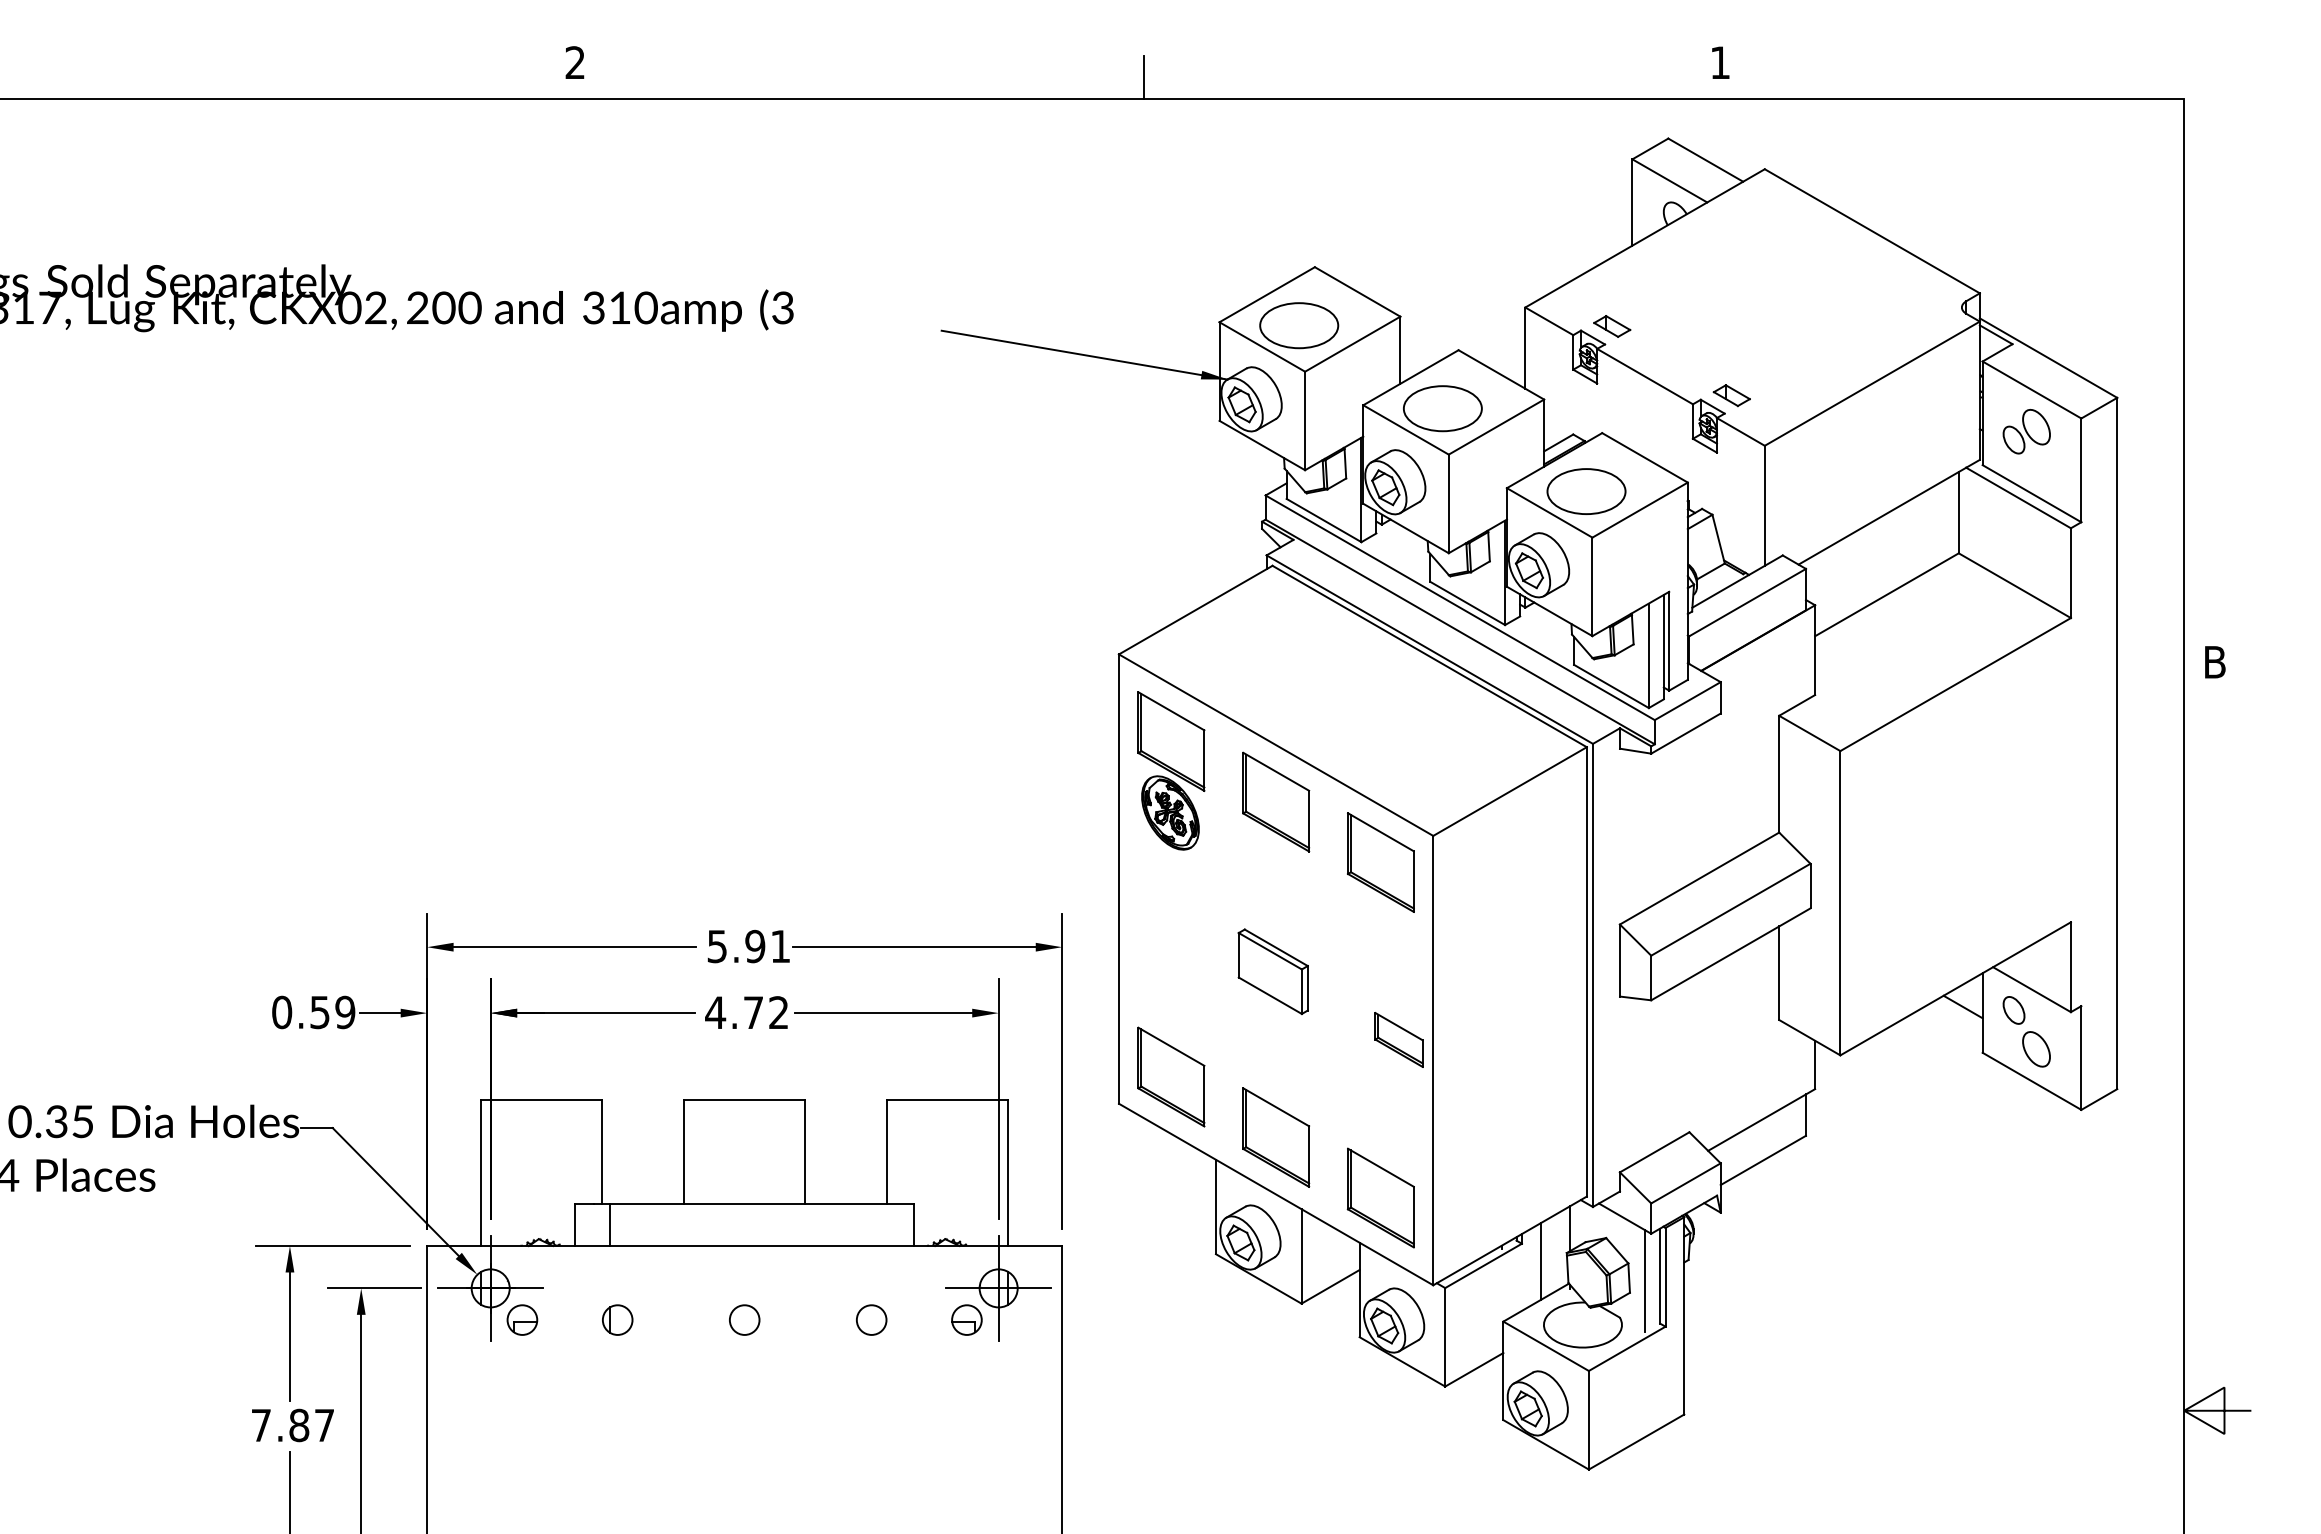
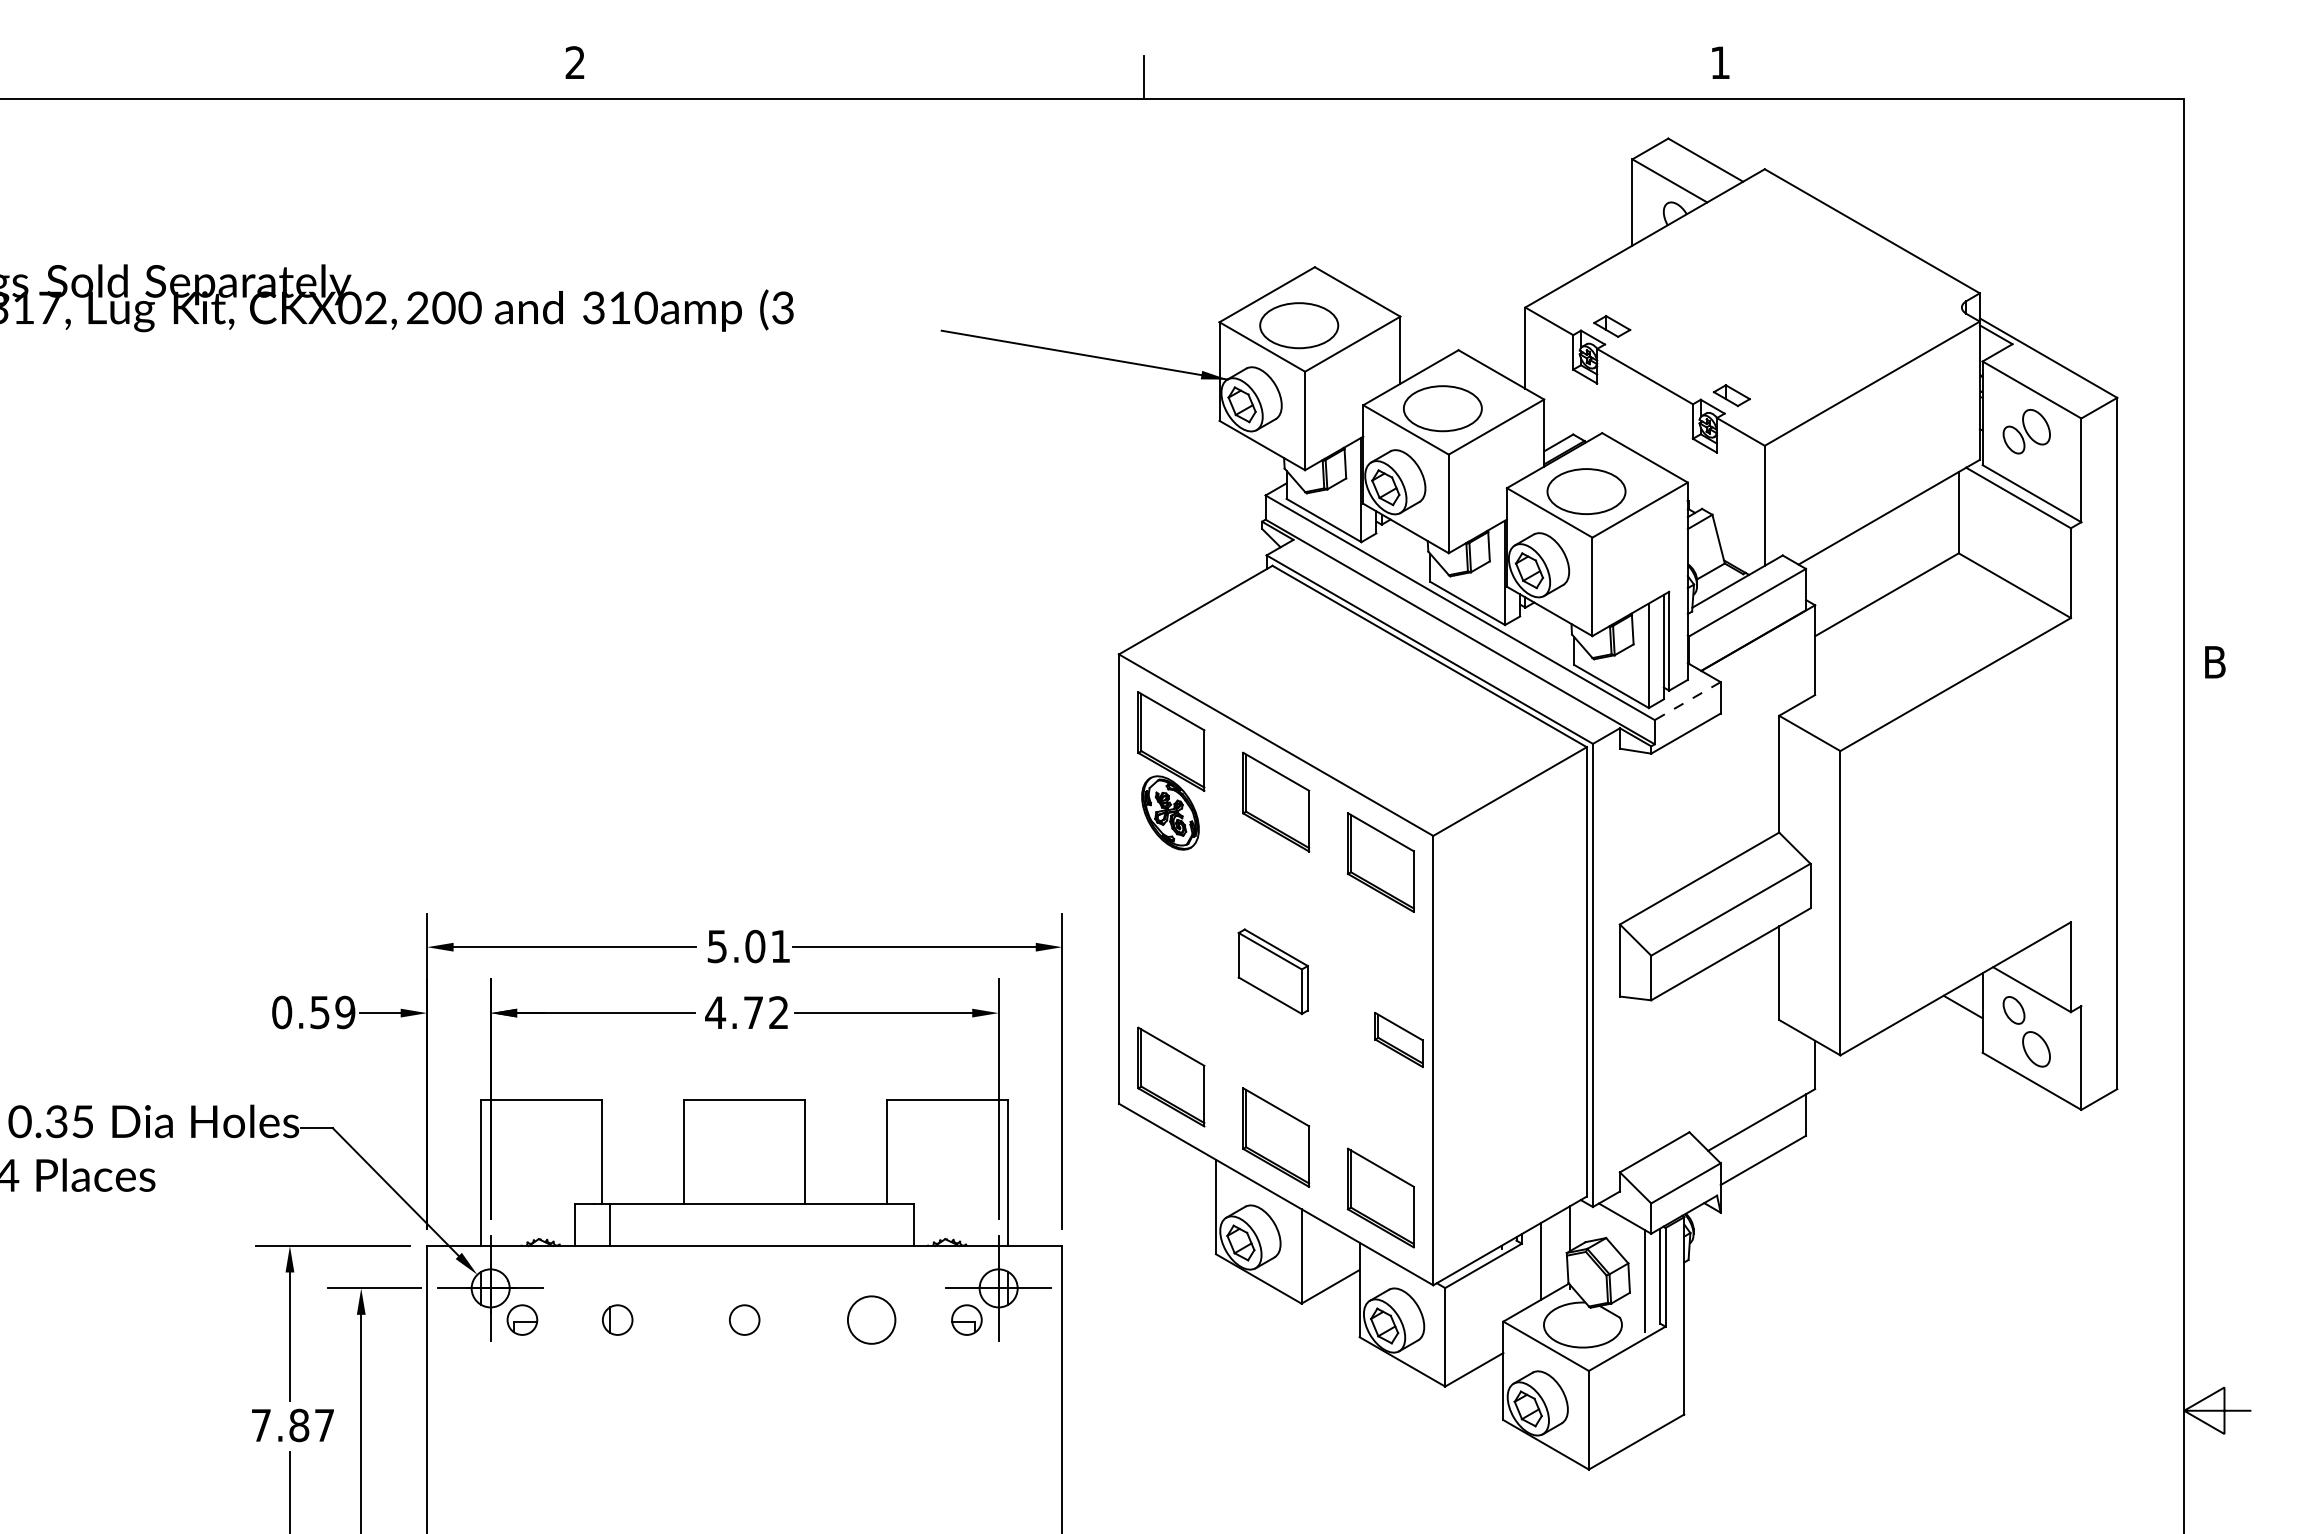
line at (1687, 701): solid -> dashed
text at (755, 946): 5.91 -> 5.01
circle at (871, 1319) diameter: 30 px -> 47 px
